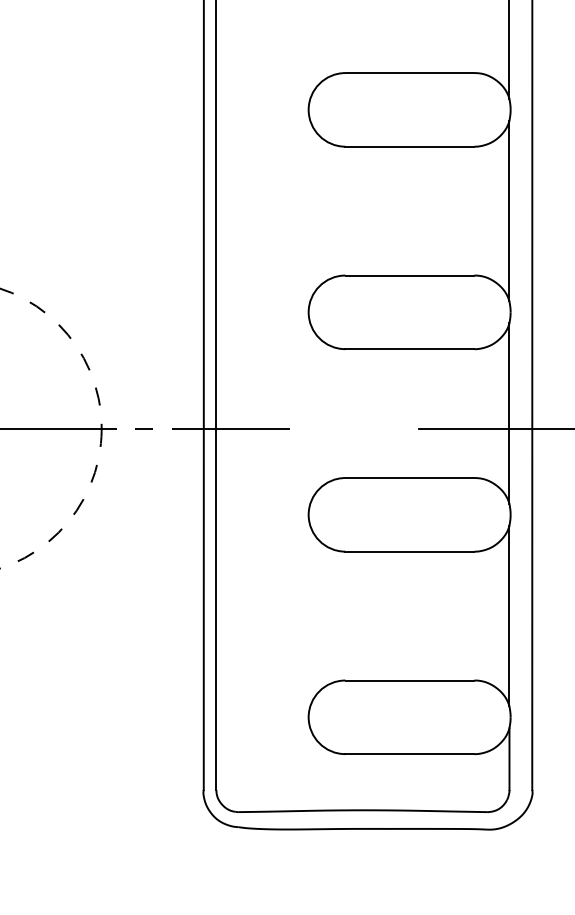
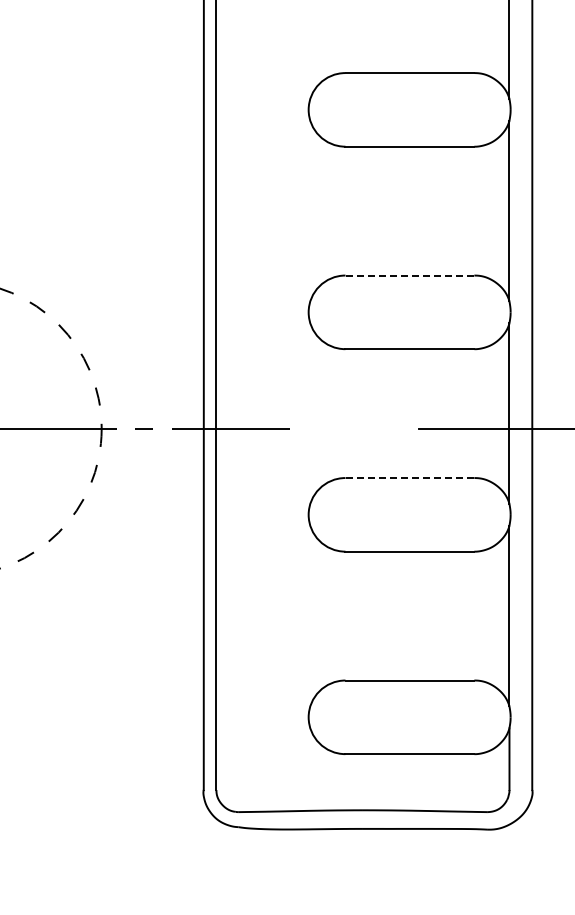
line at (409, 275): solid -> dashed
line at (409, 478): solid -> dashed
